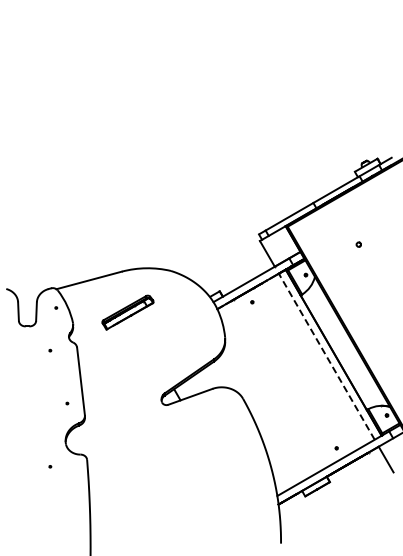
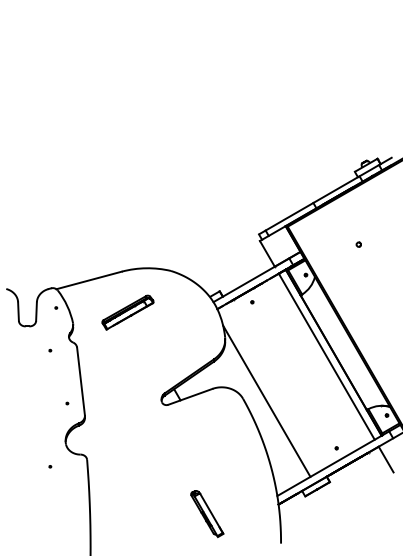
line at (326, 356): dashed -> solid
line at (266, 400): none -> present
part at (207, 514): none -> present
